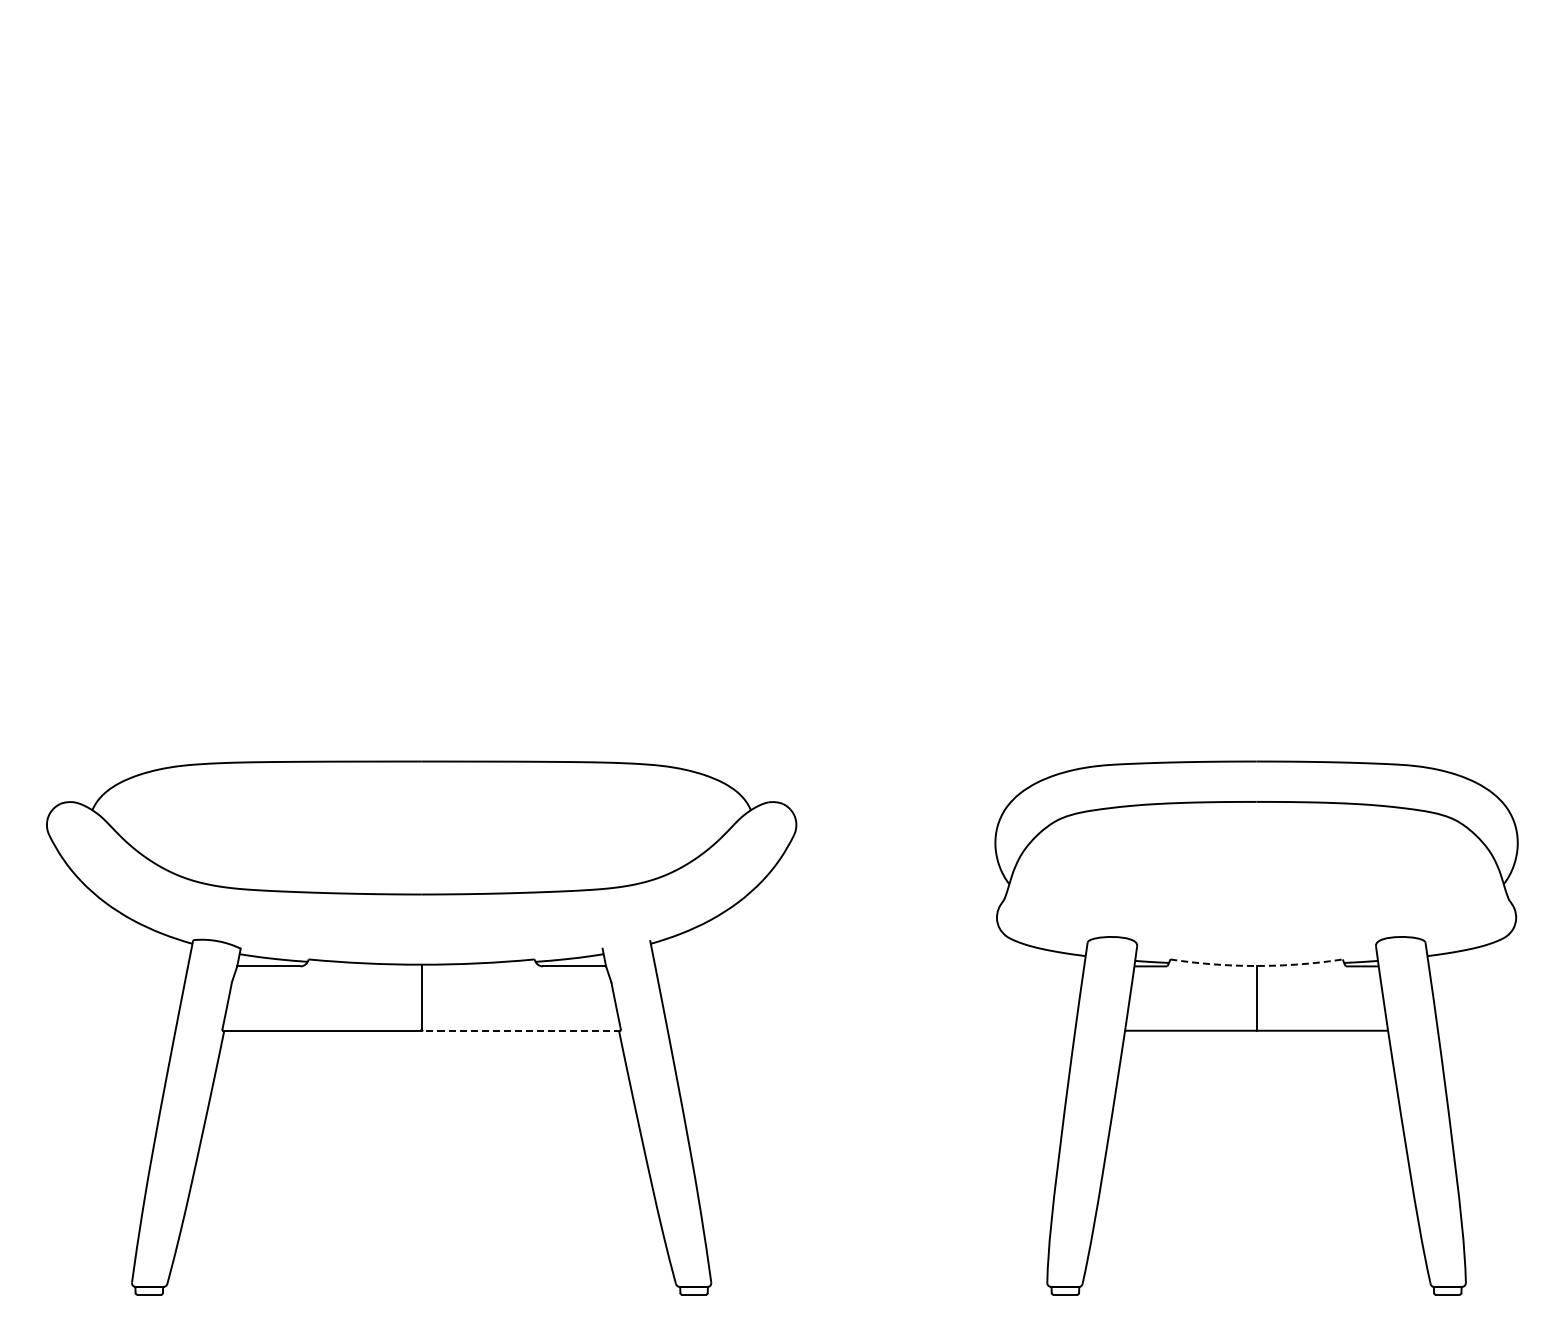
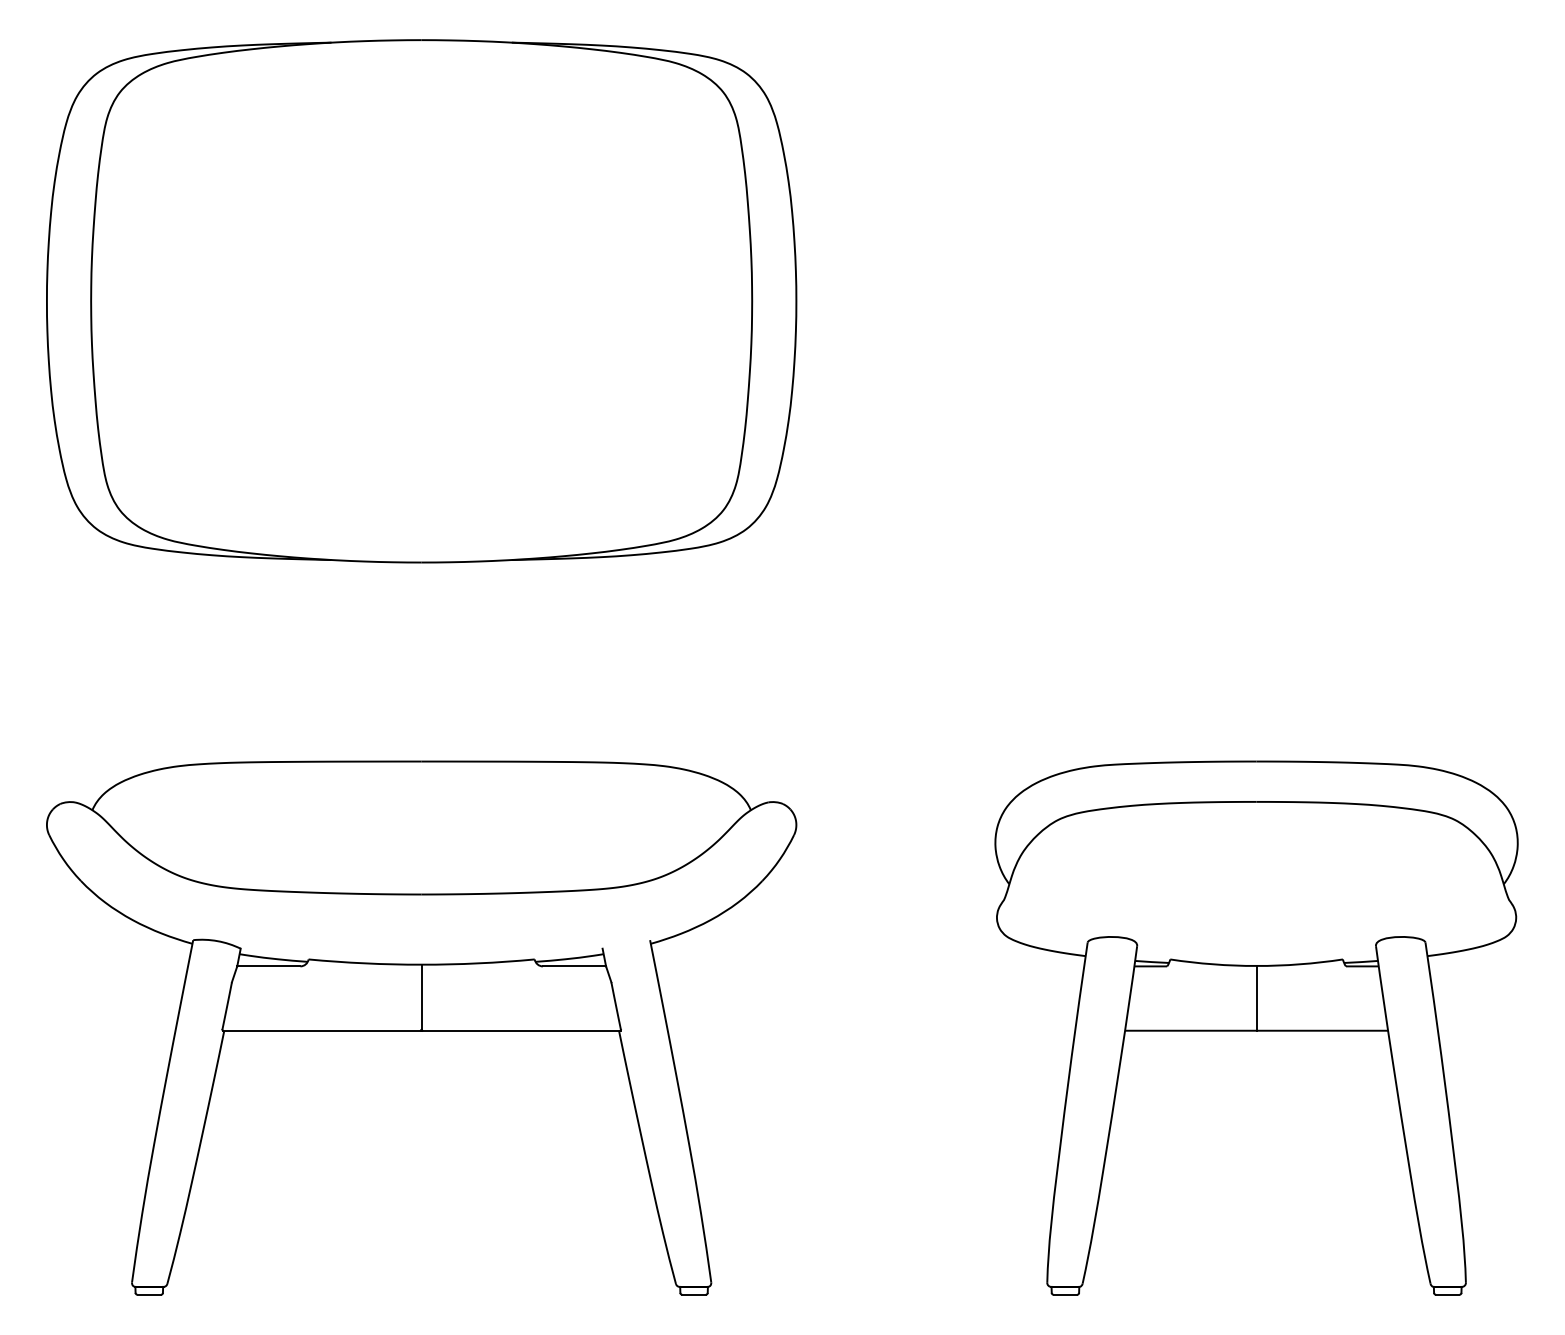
part at (421, 301): none -> present
arc at (1256, 965): dashed -> solid
line at (520, 1030): dashed -> solid
